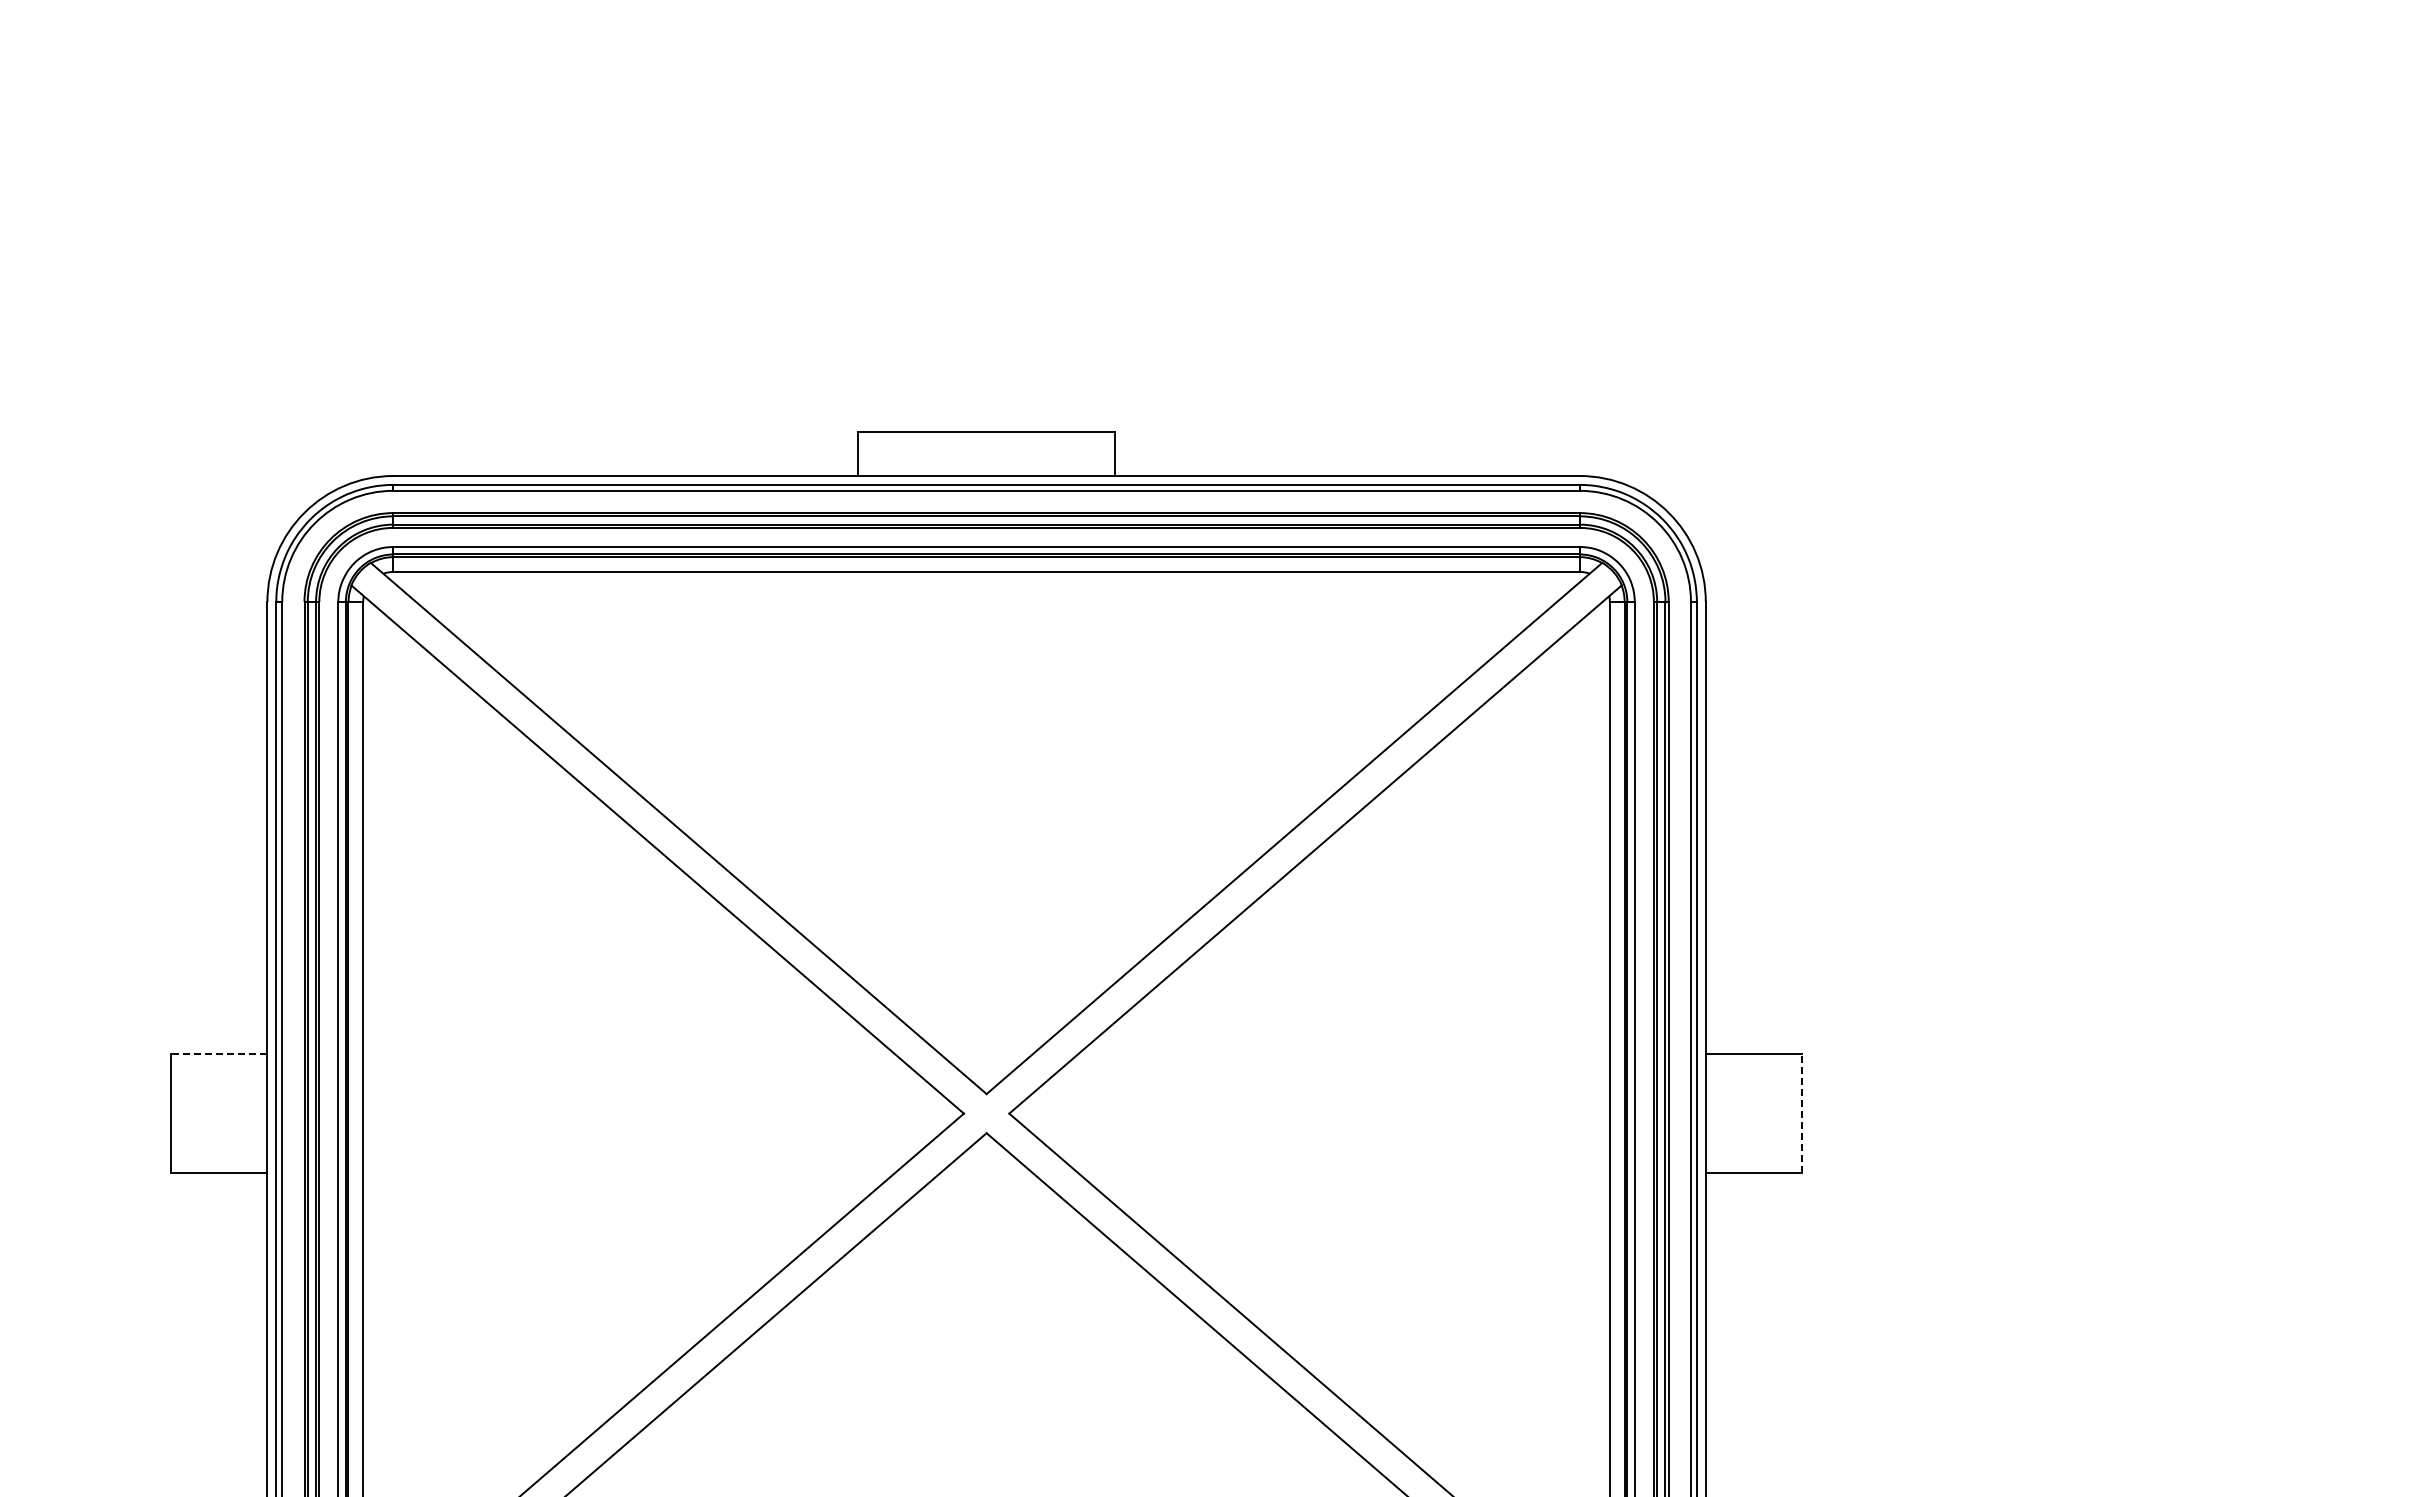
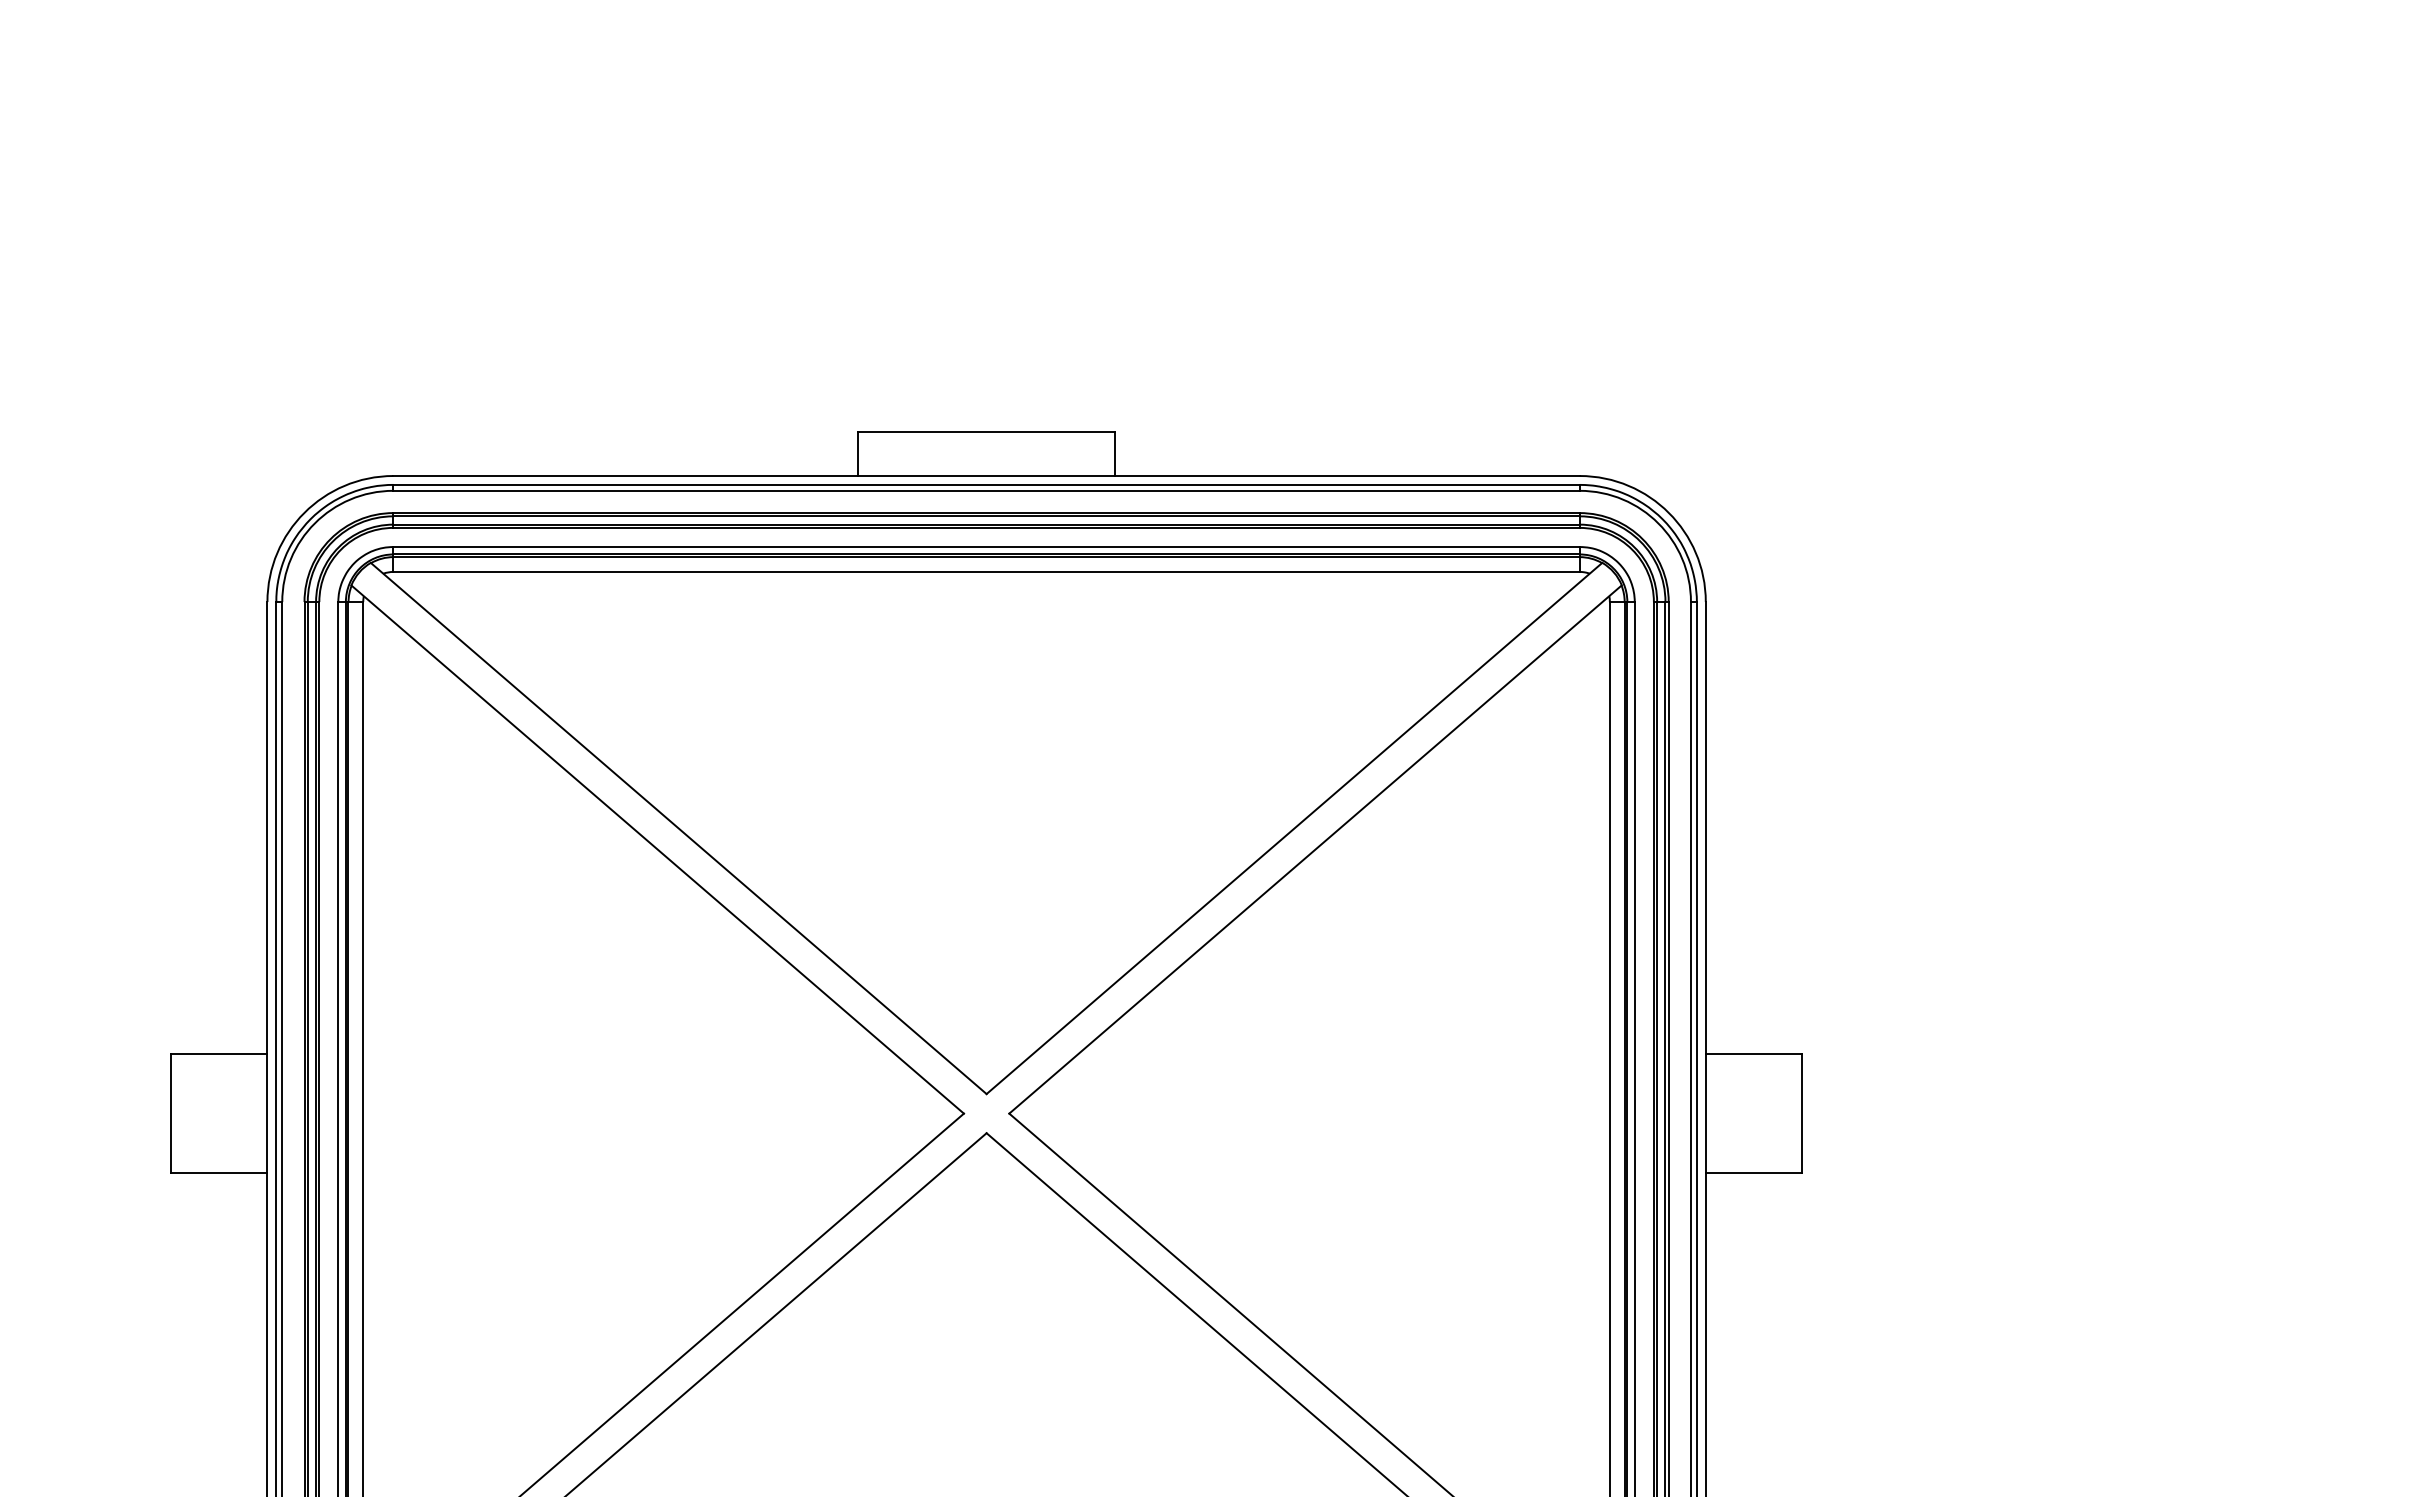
line at (218, 1054): dashed -> solid
line at (1802, 1113): dashed -> solid
